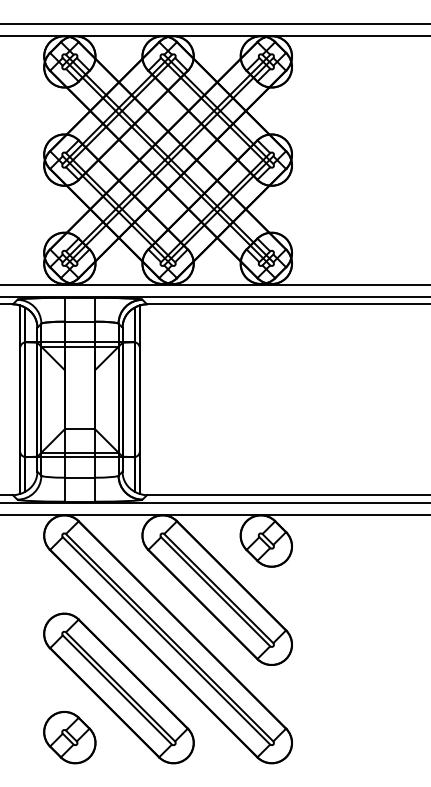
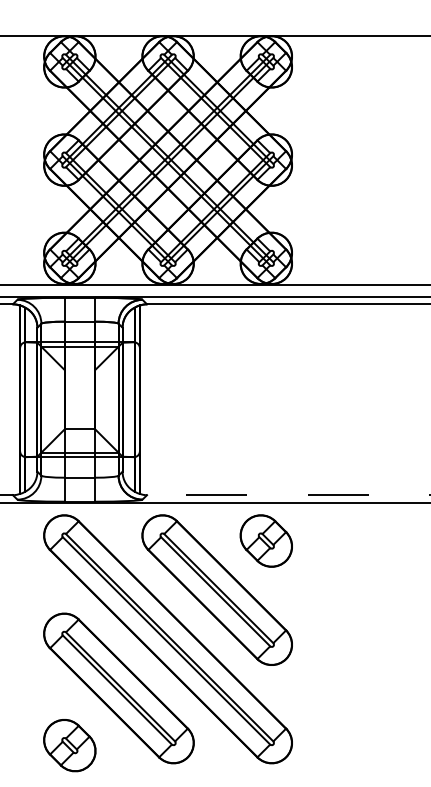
line at (214, 23): present -> none
line at (289, 495): solid -> dashed
line at (214, 514): present -> none
part at (69, 737) position: (69, 737) -> (69, 745)
